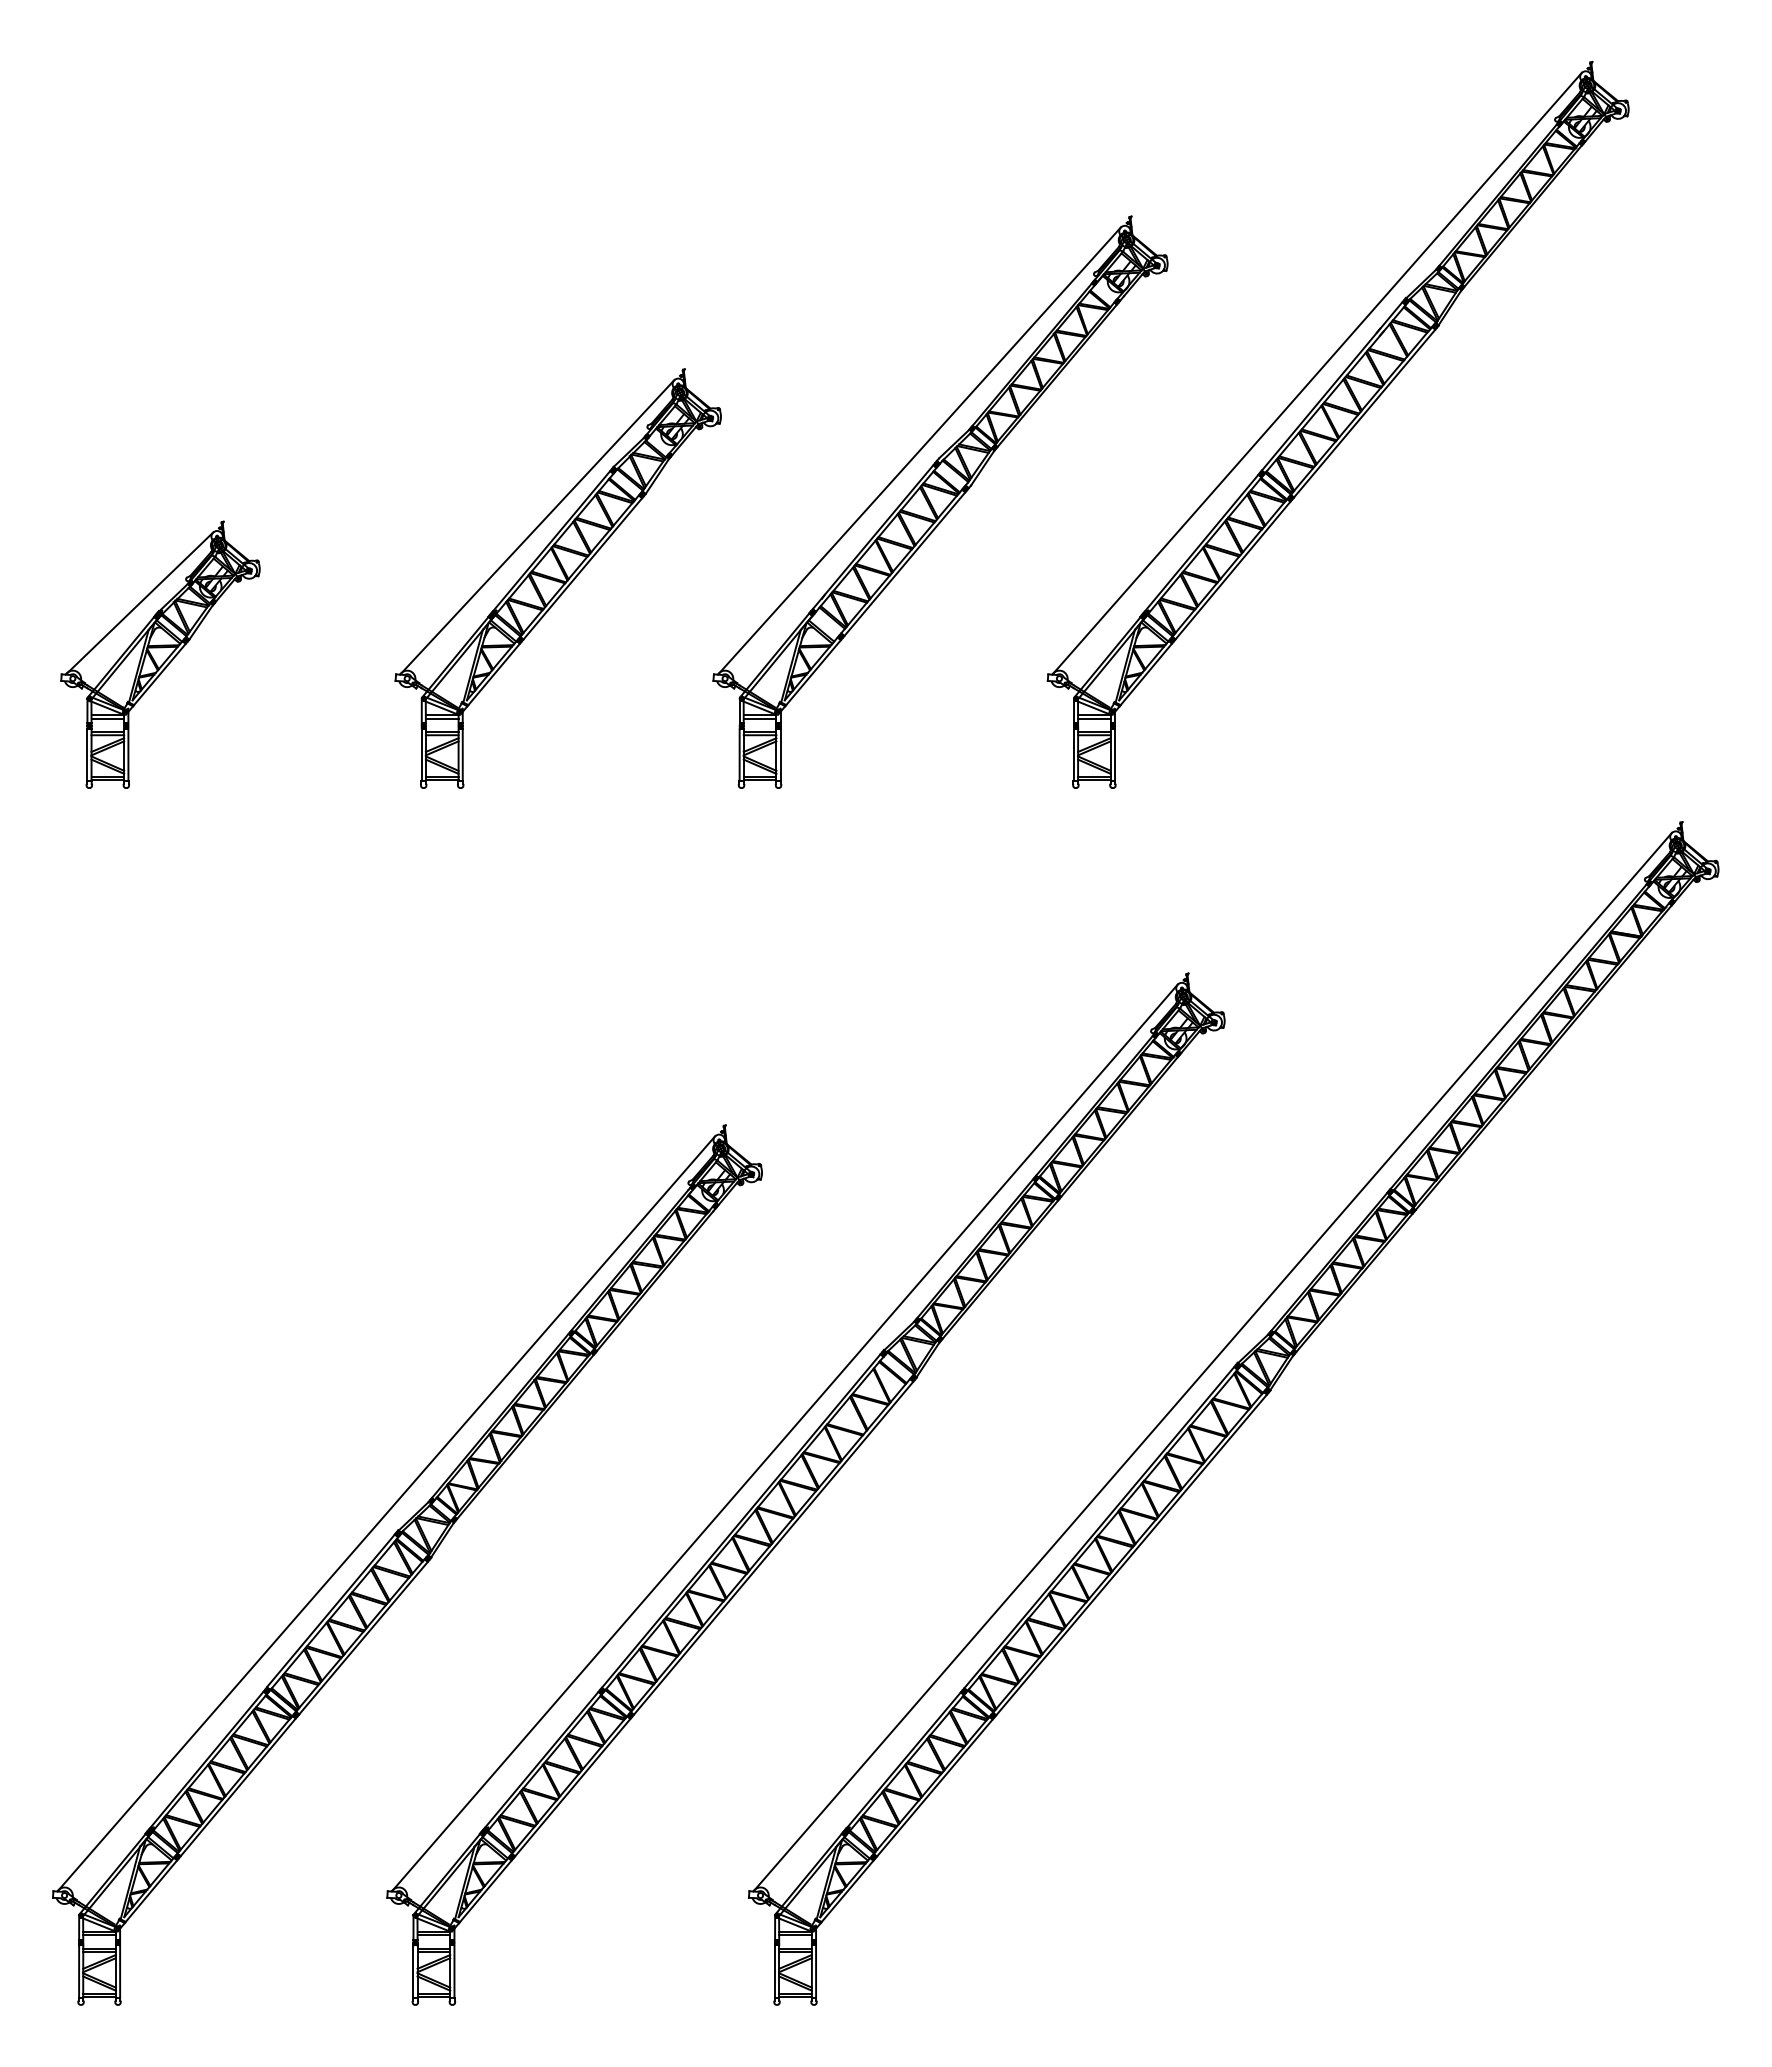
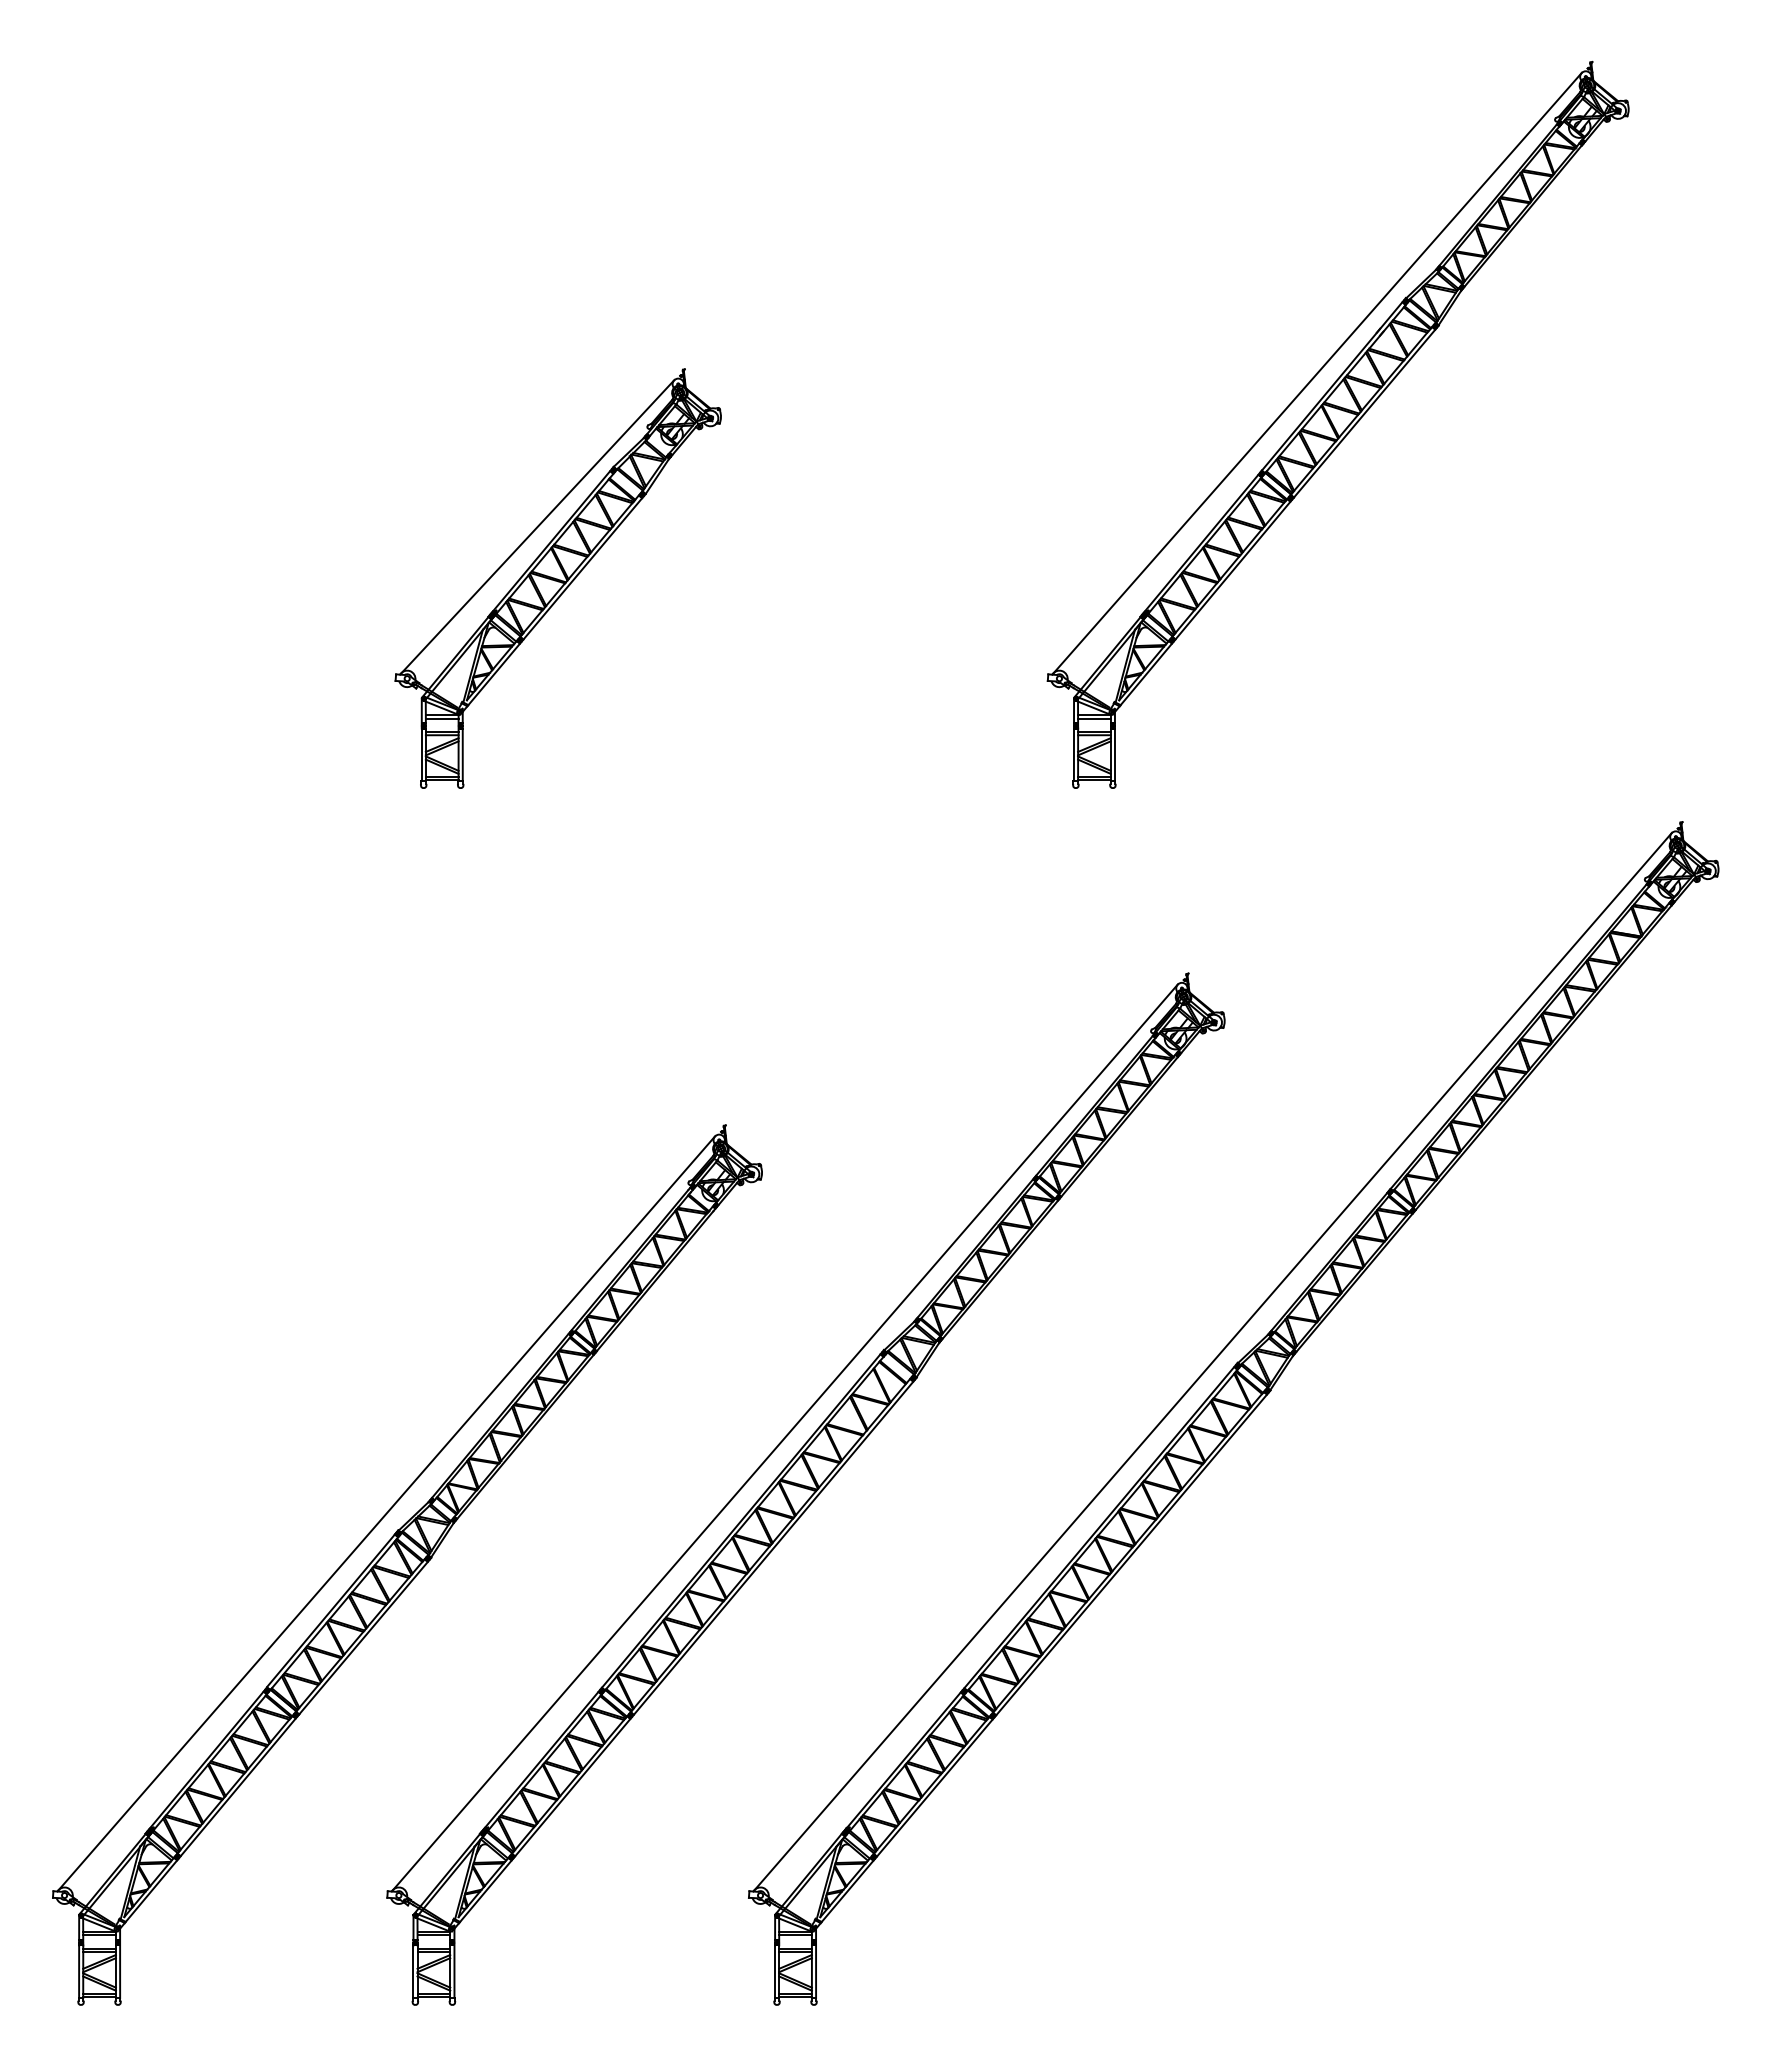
part at (940, 501): present -> none
part at (160, 654): present -> none
